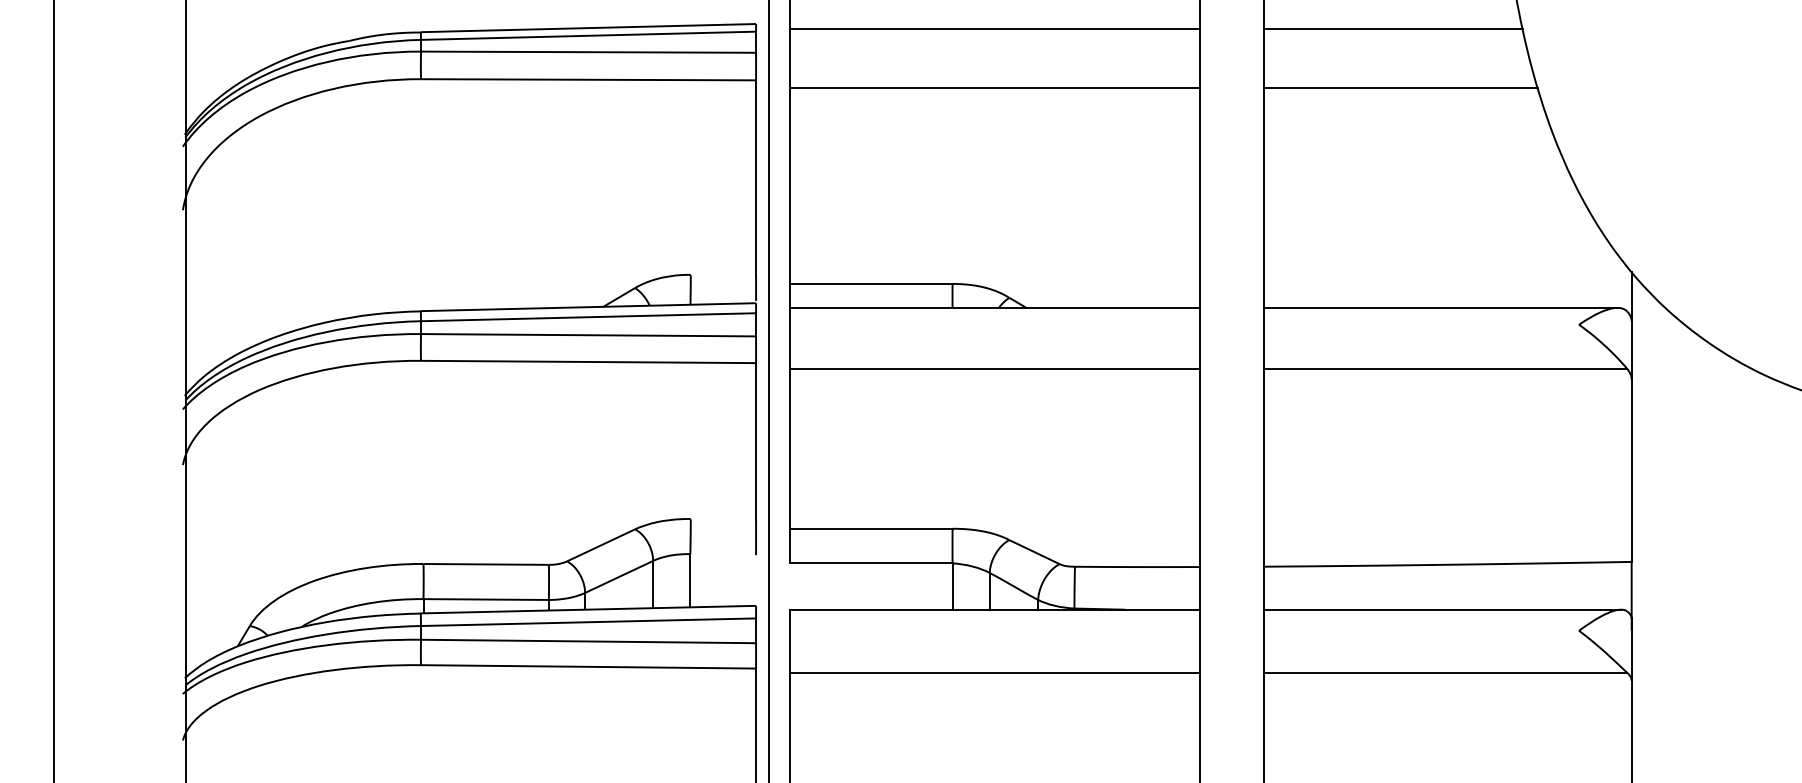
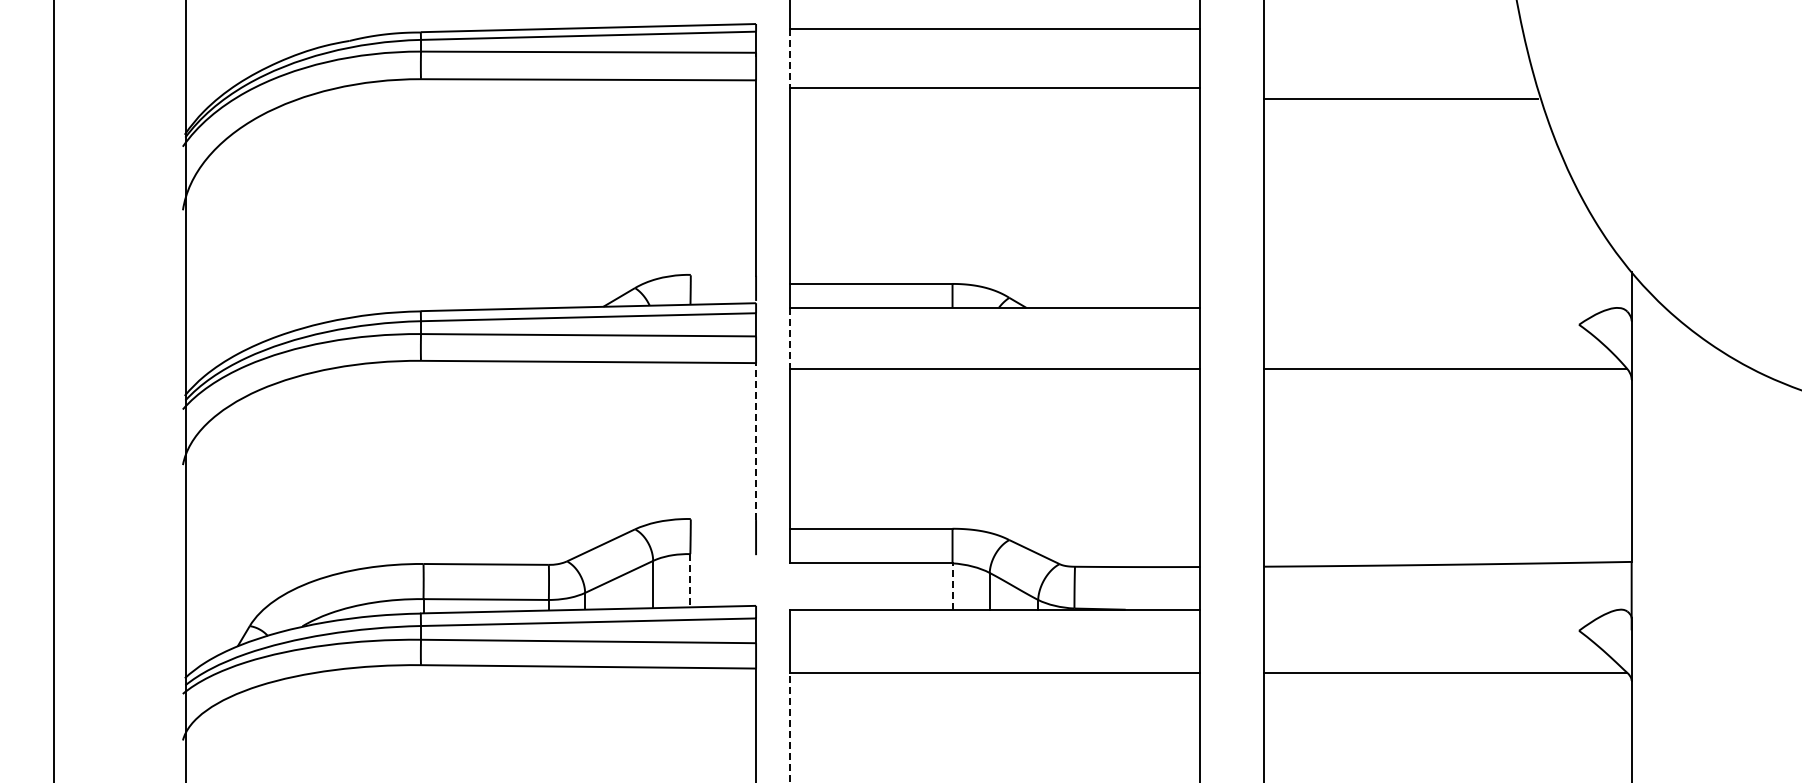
line at (1393, 29): present -> none
line at (790, 58): solid -> dashed
line at (1400, 87) position: (1400, 87) -> (1400, 98)
line at (1440, 307): present -> none
line at (790, 338): solid -> dashed
line at (769, 390): present -> none
line at (756, 441): solid -> dashed
line at (690, 580): solid -> dashed
line at (952, 586): solid -> dashed
line at (1441, 609): present -> none
line at (790, 727): solid -> dashed
